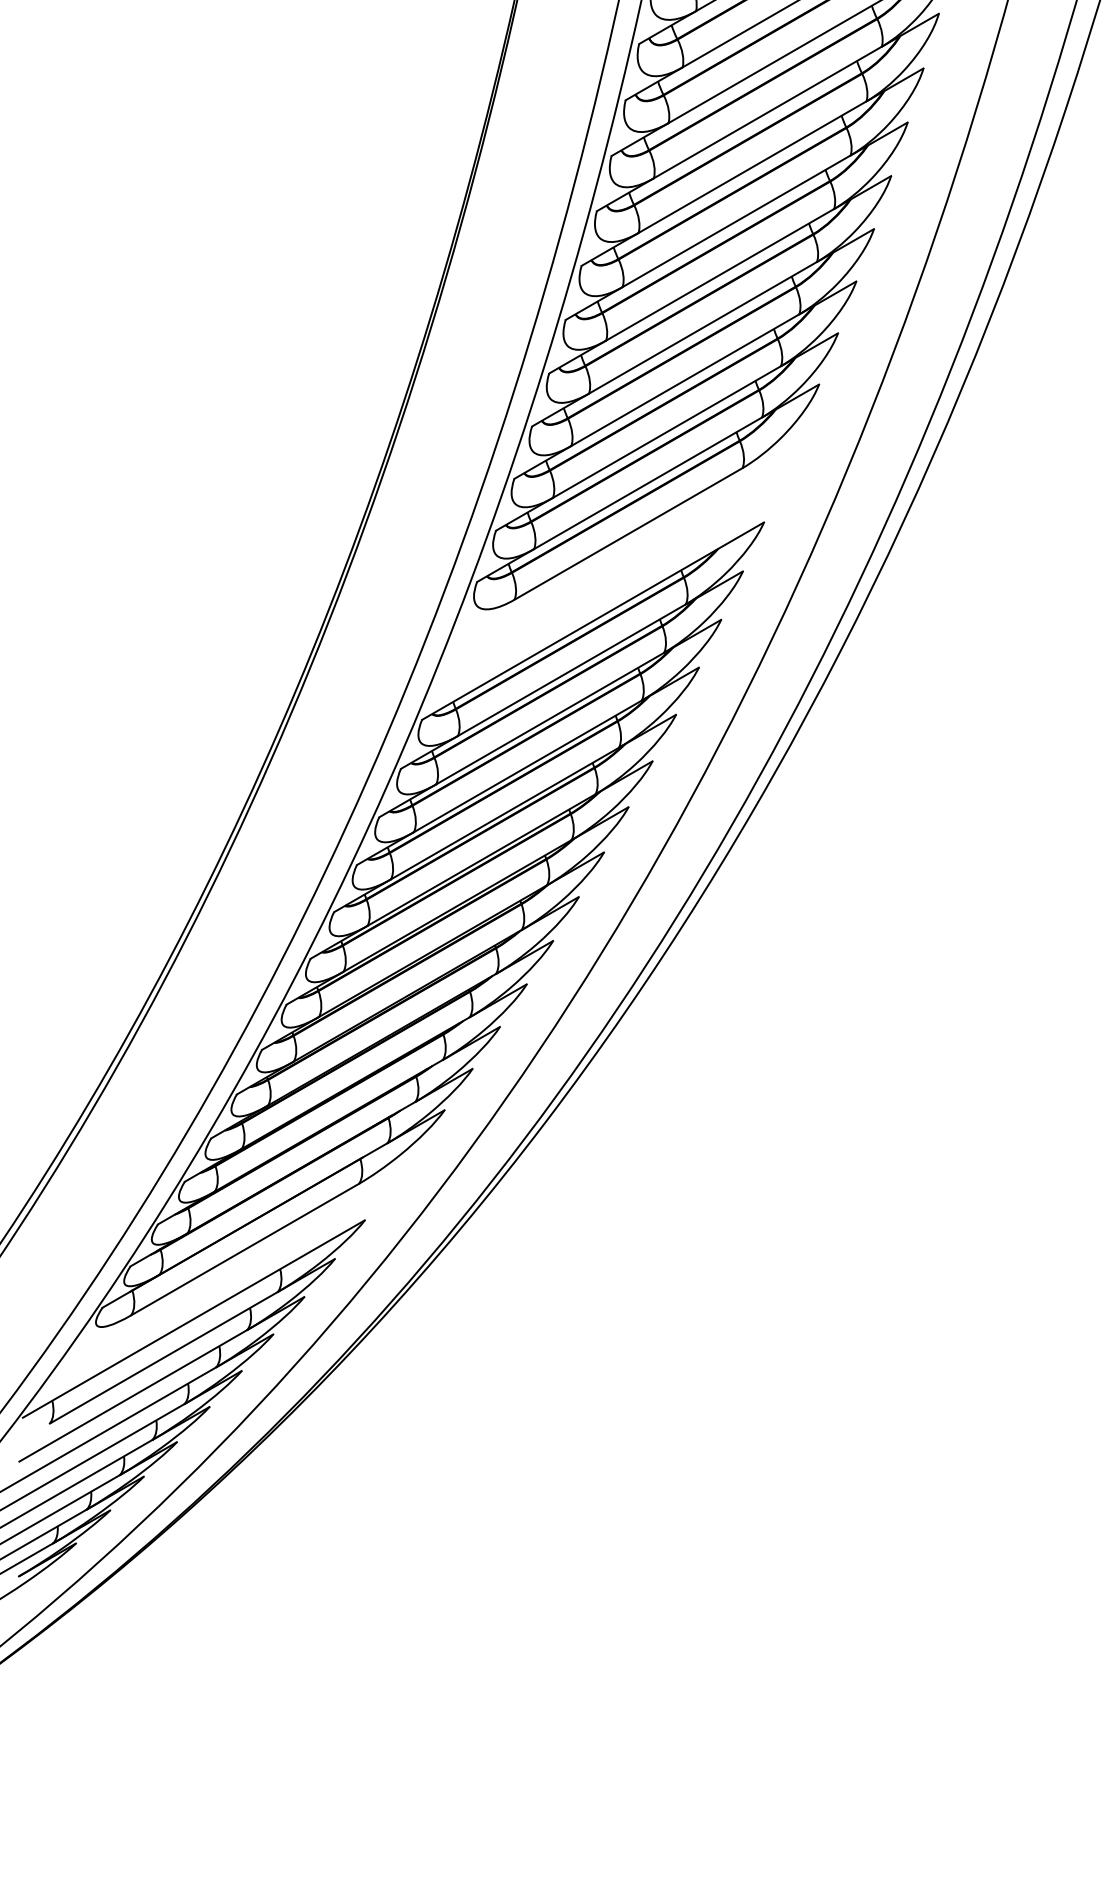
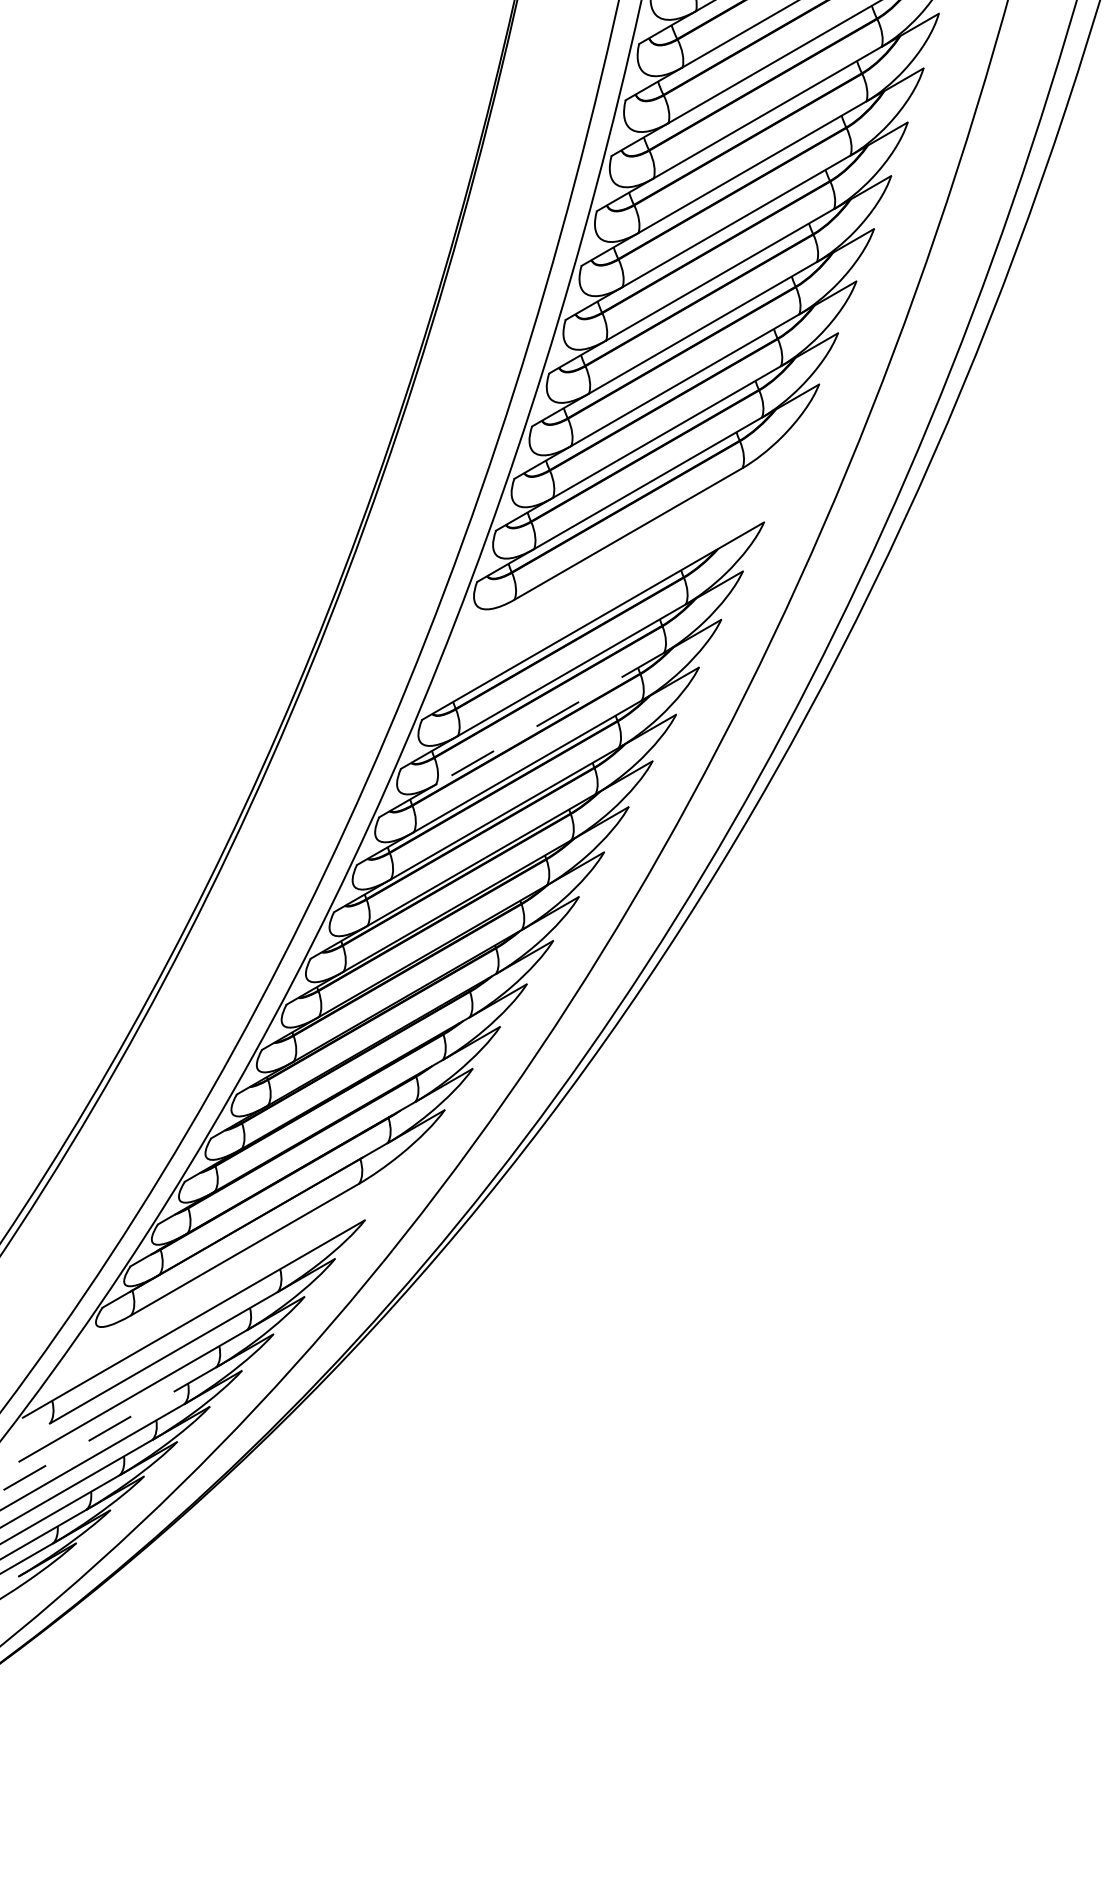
line at (550, 718): solid -> dashed
line at (108, 1429): solid -> dashed
